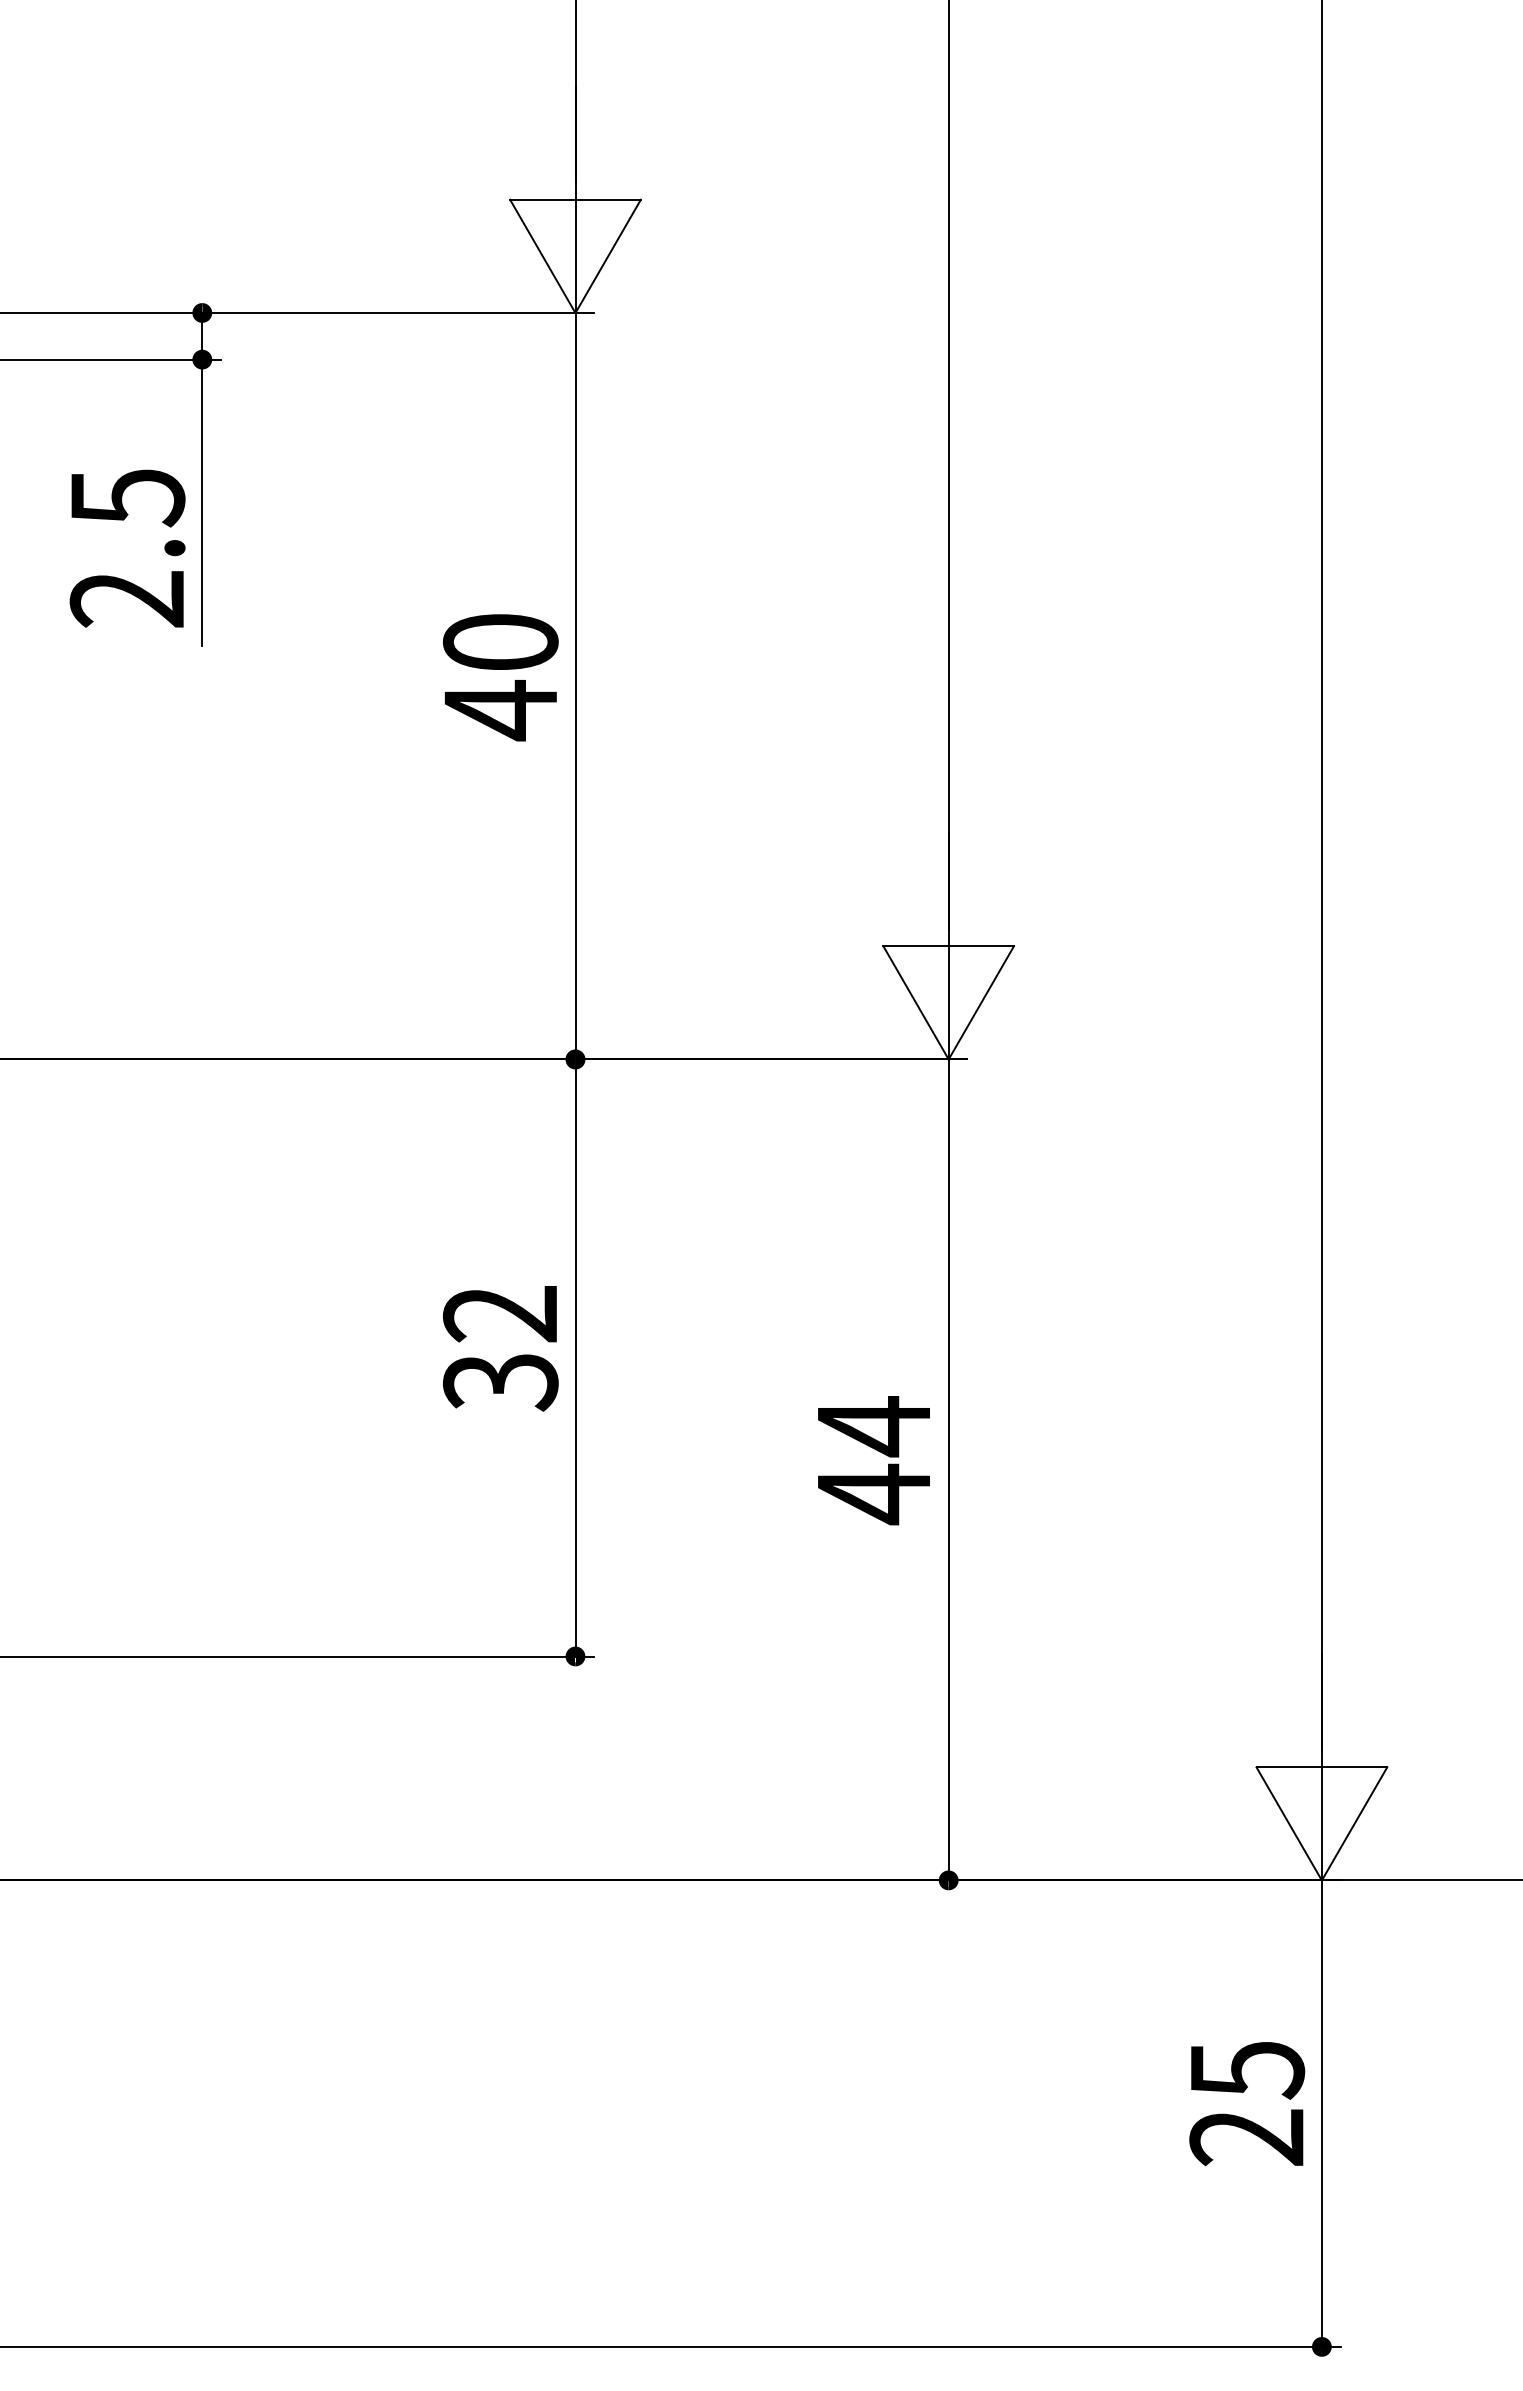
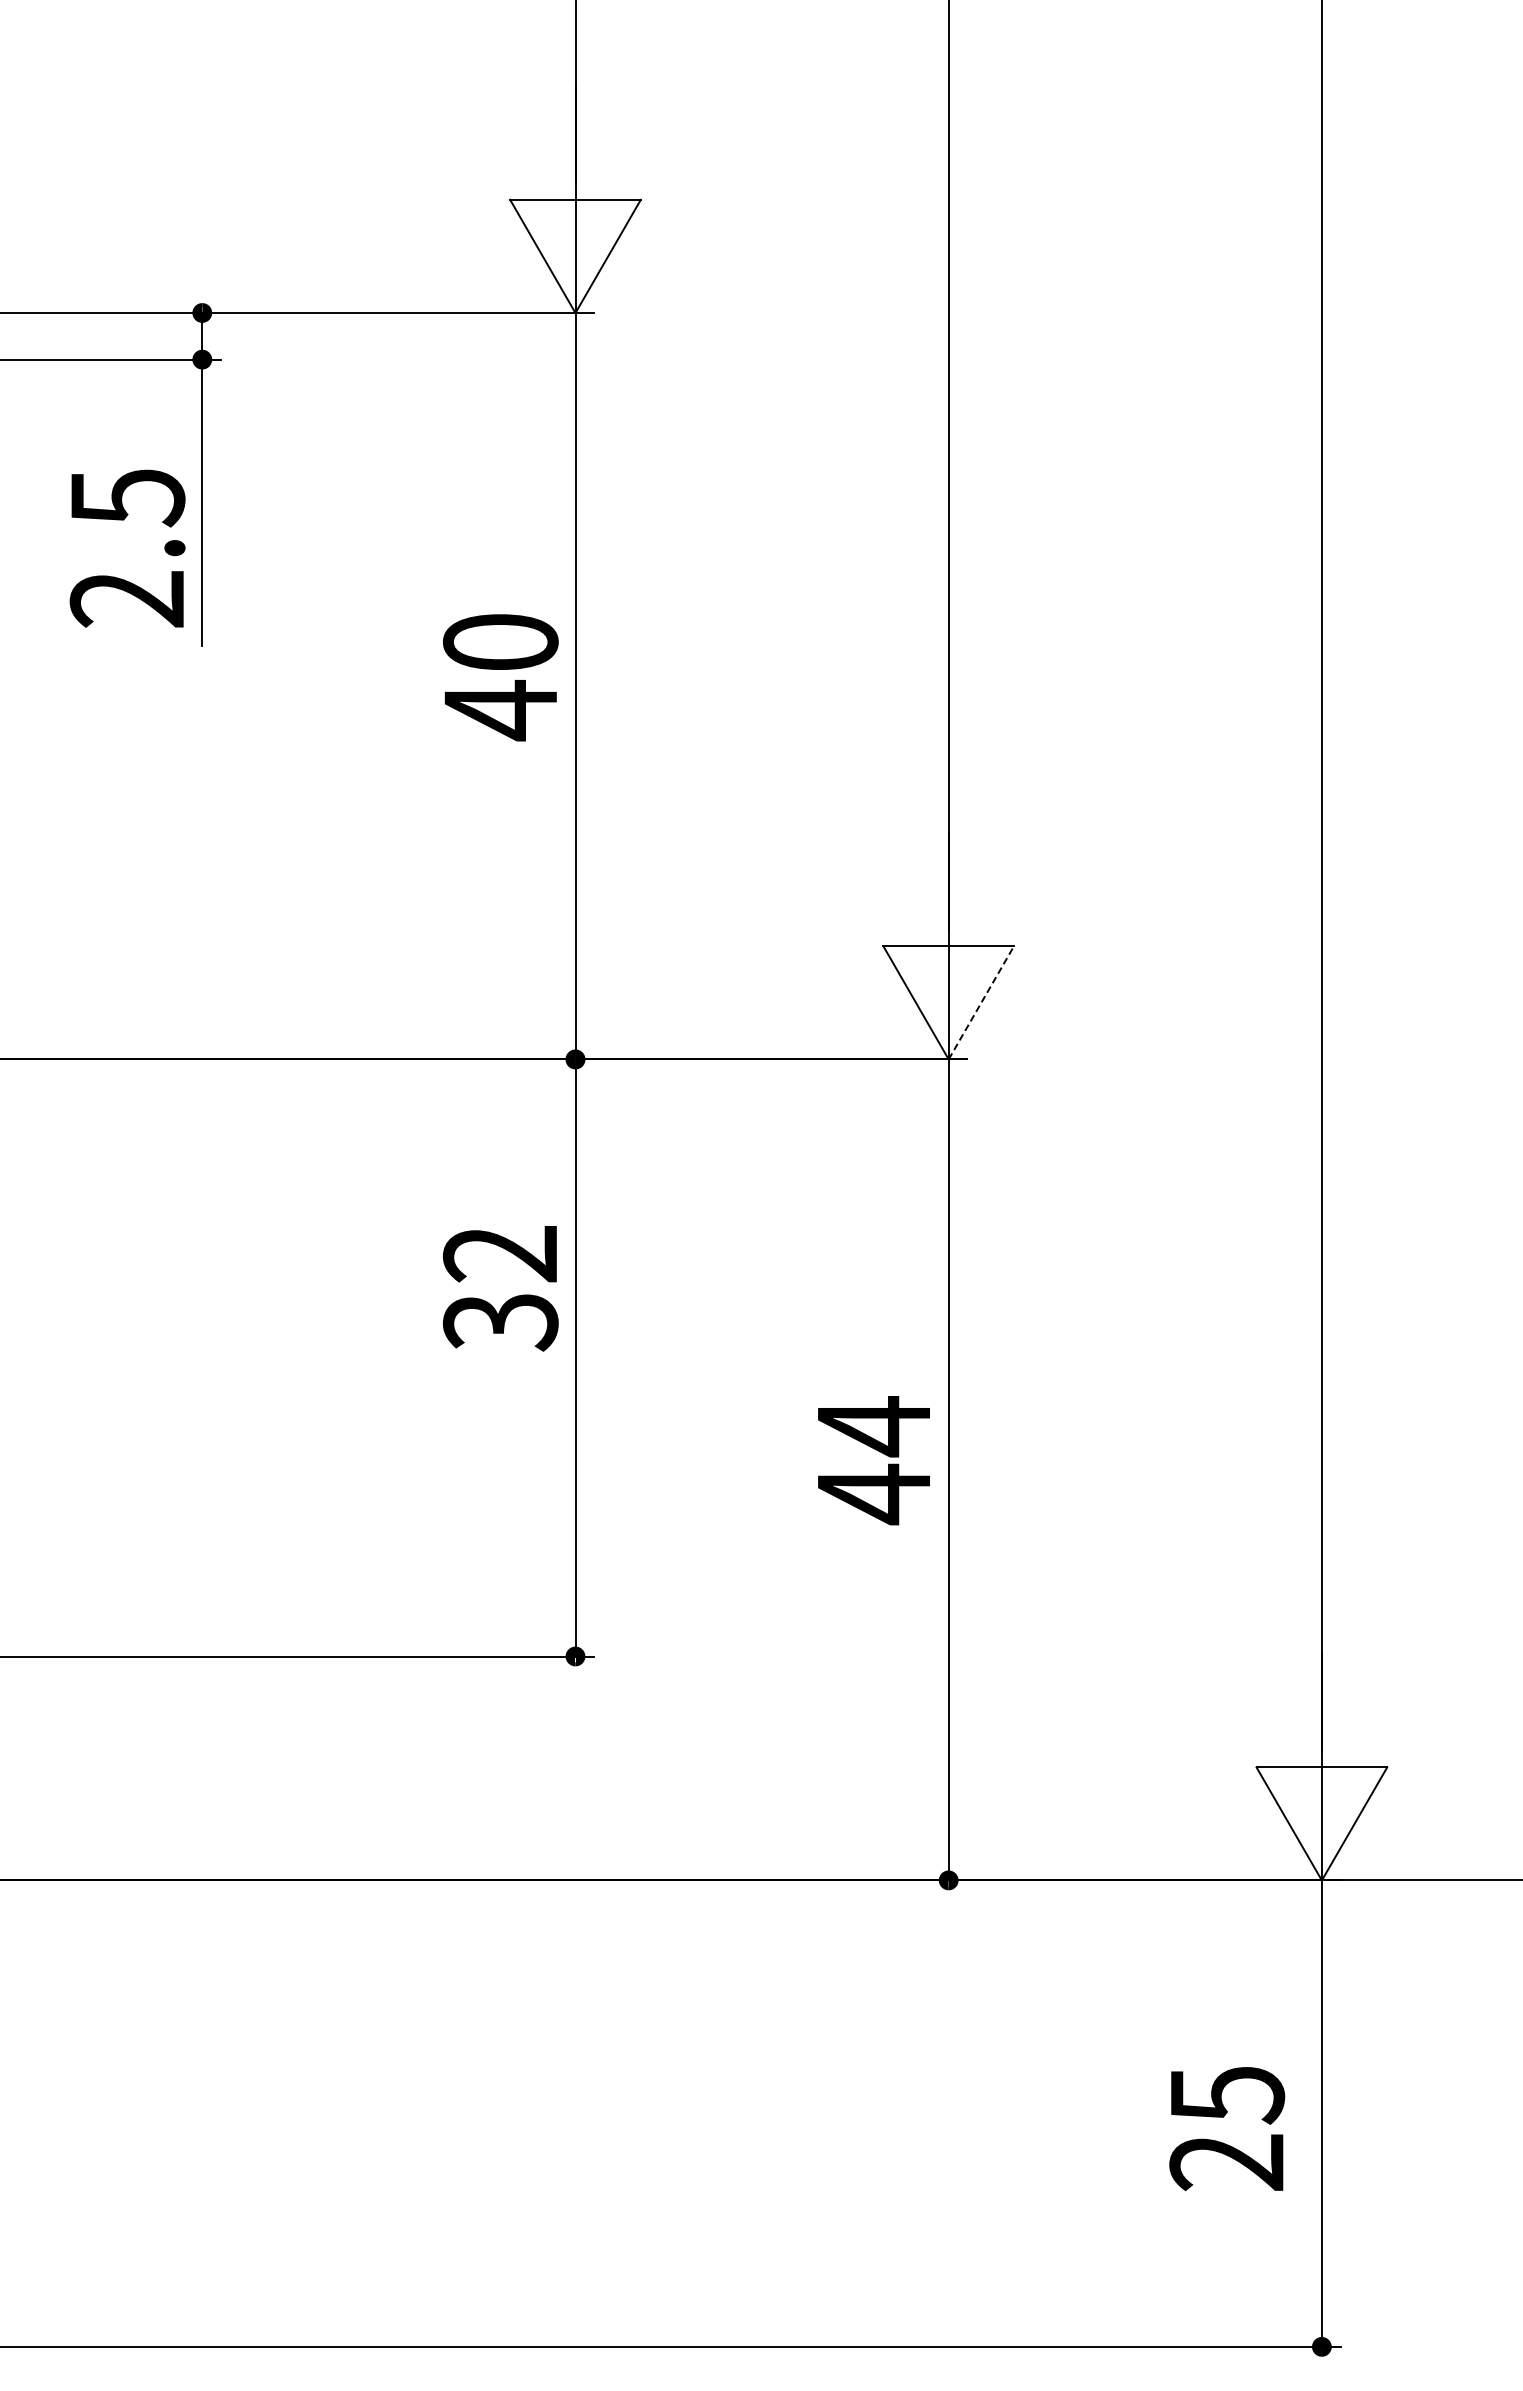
line at (981, 1002): solid -> dashed
text at (500, 1348) position: (500, 1348) -> (500, 1288)
text at (1247, 2104) position: (1247, 2104) -> (1227, 2129)
